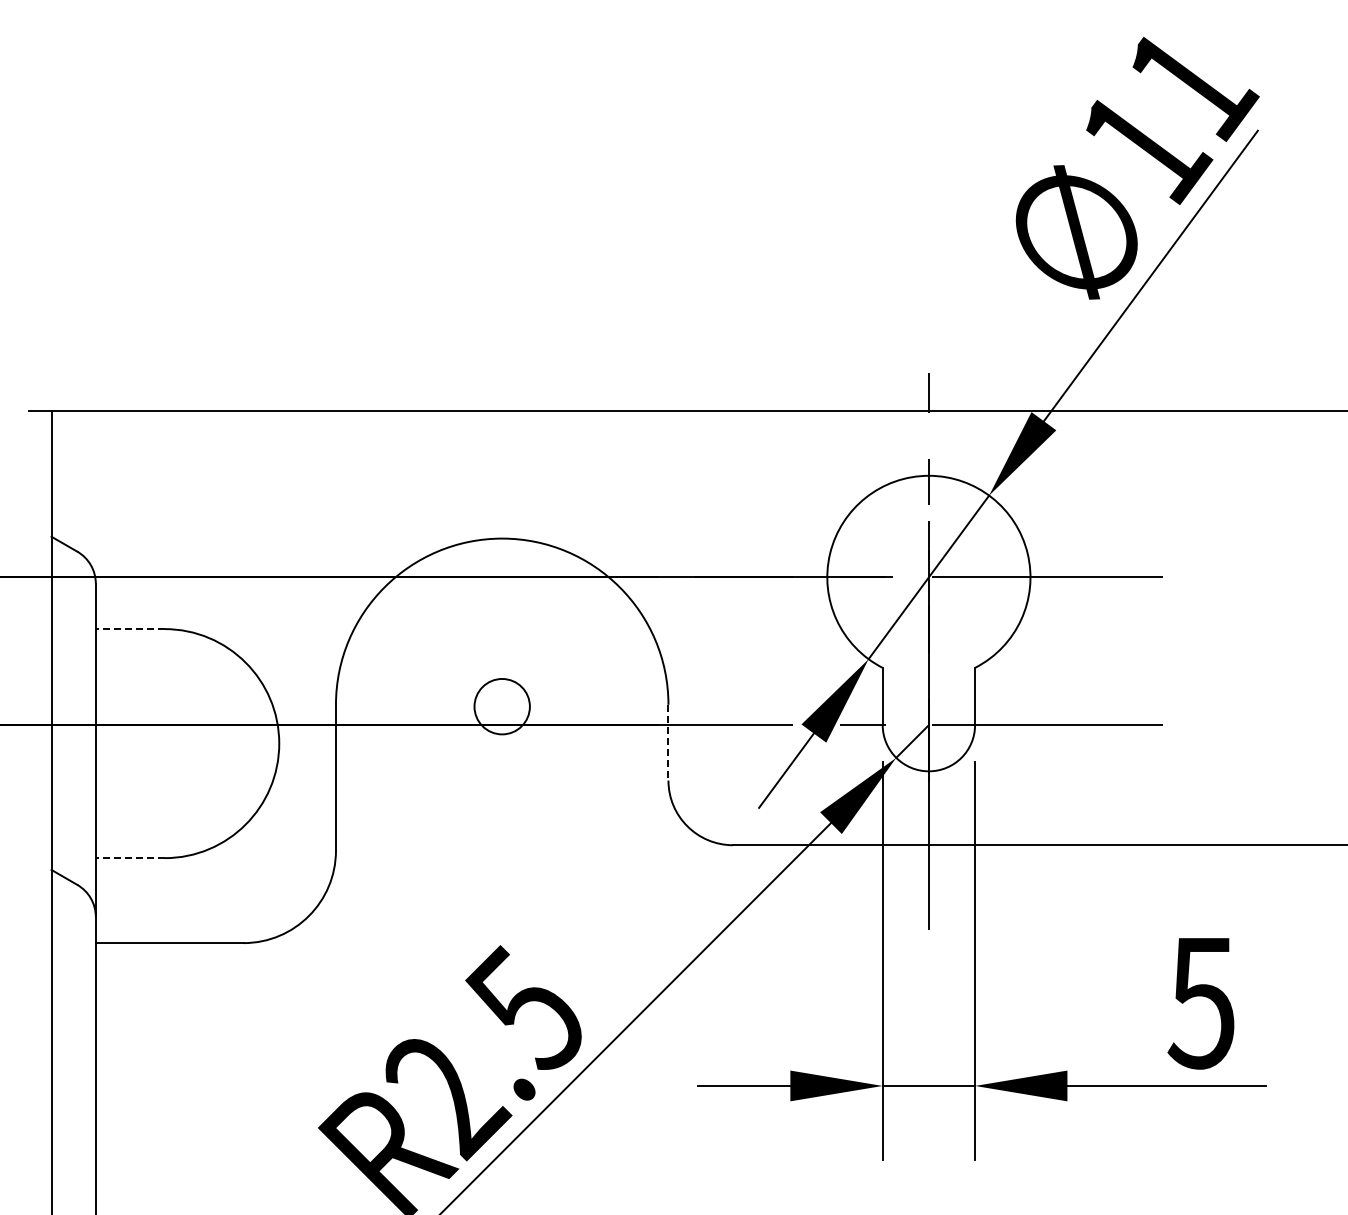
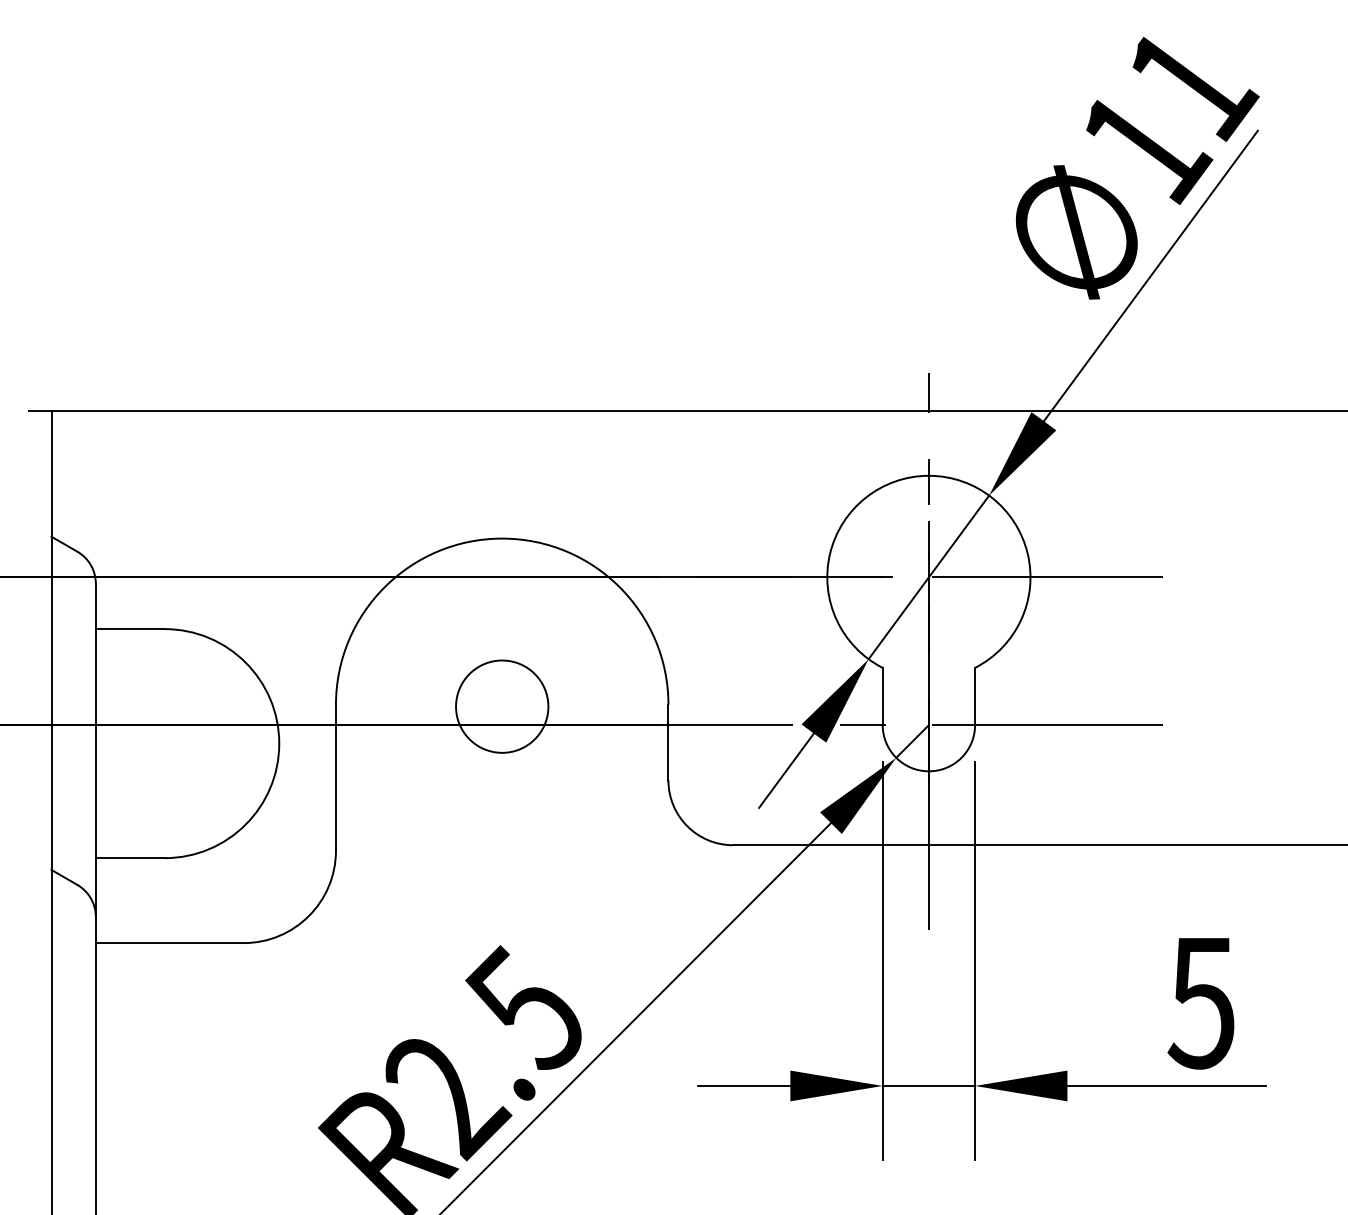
line at (129, 629): dashed -> solid
circle at (501, 706) diameter: 55 px -> 92 px
line at (668, 742): dashed -> solid
line at (129, 858): dashed -> solid
